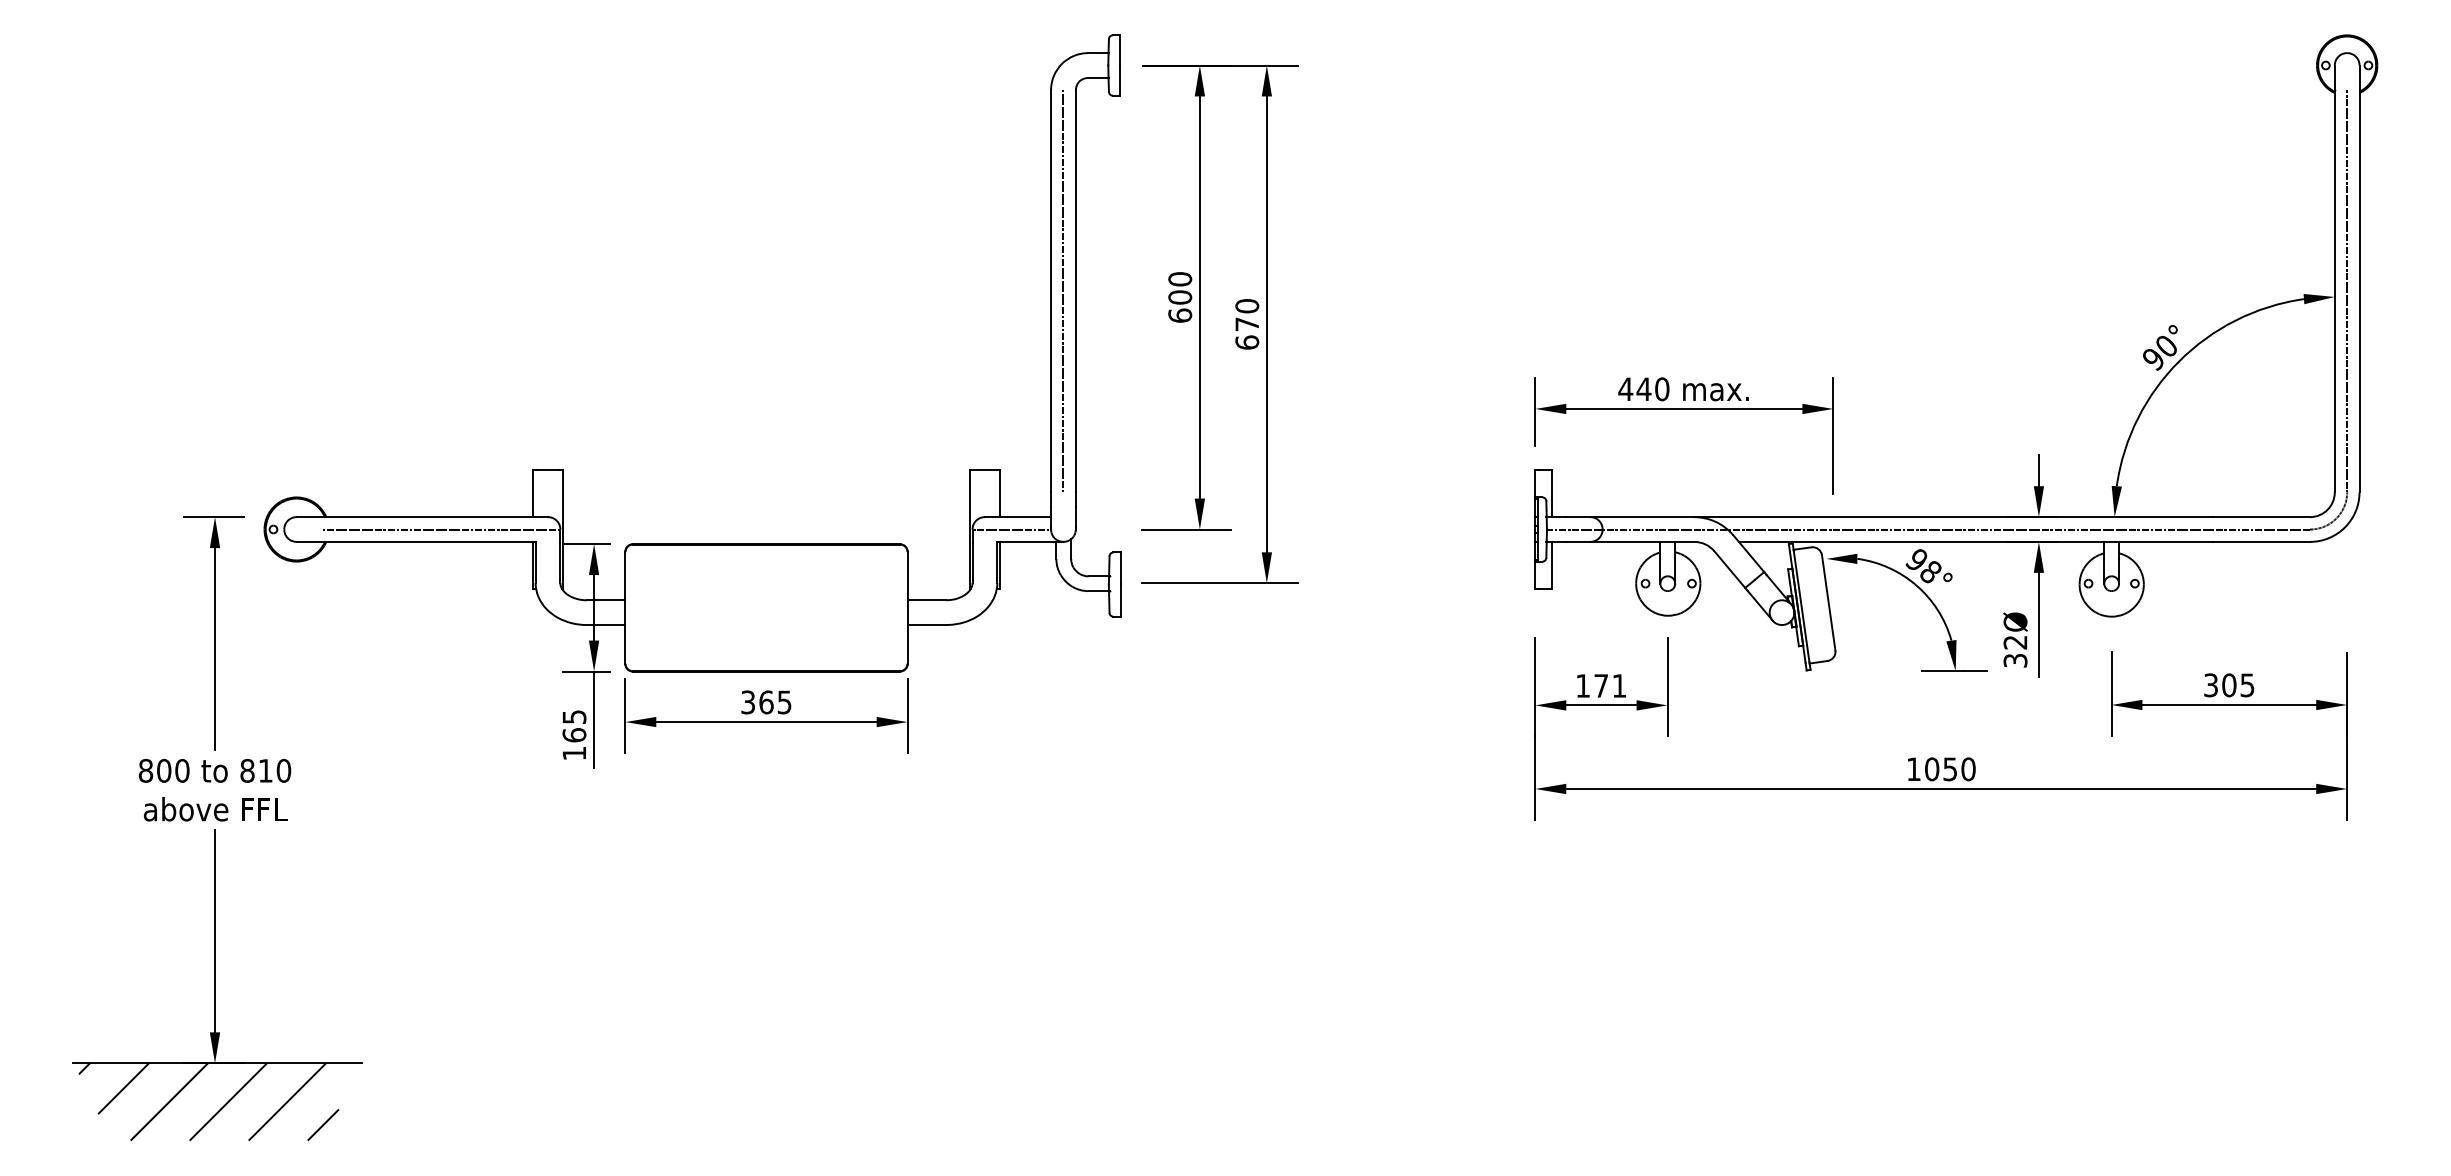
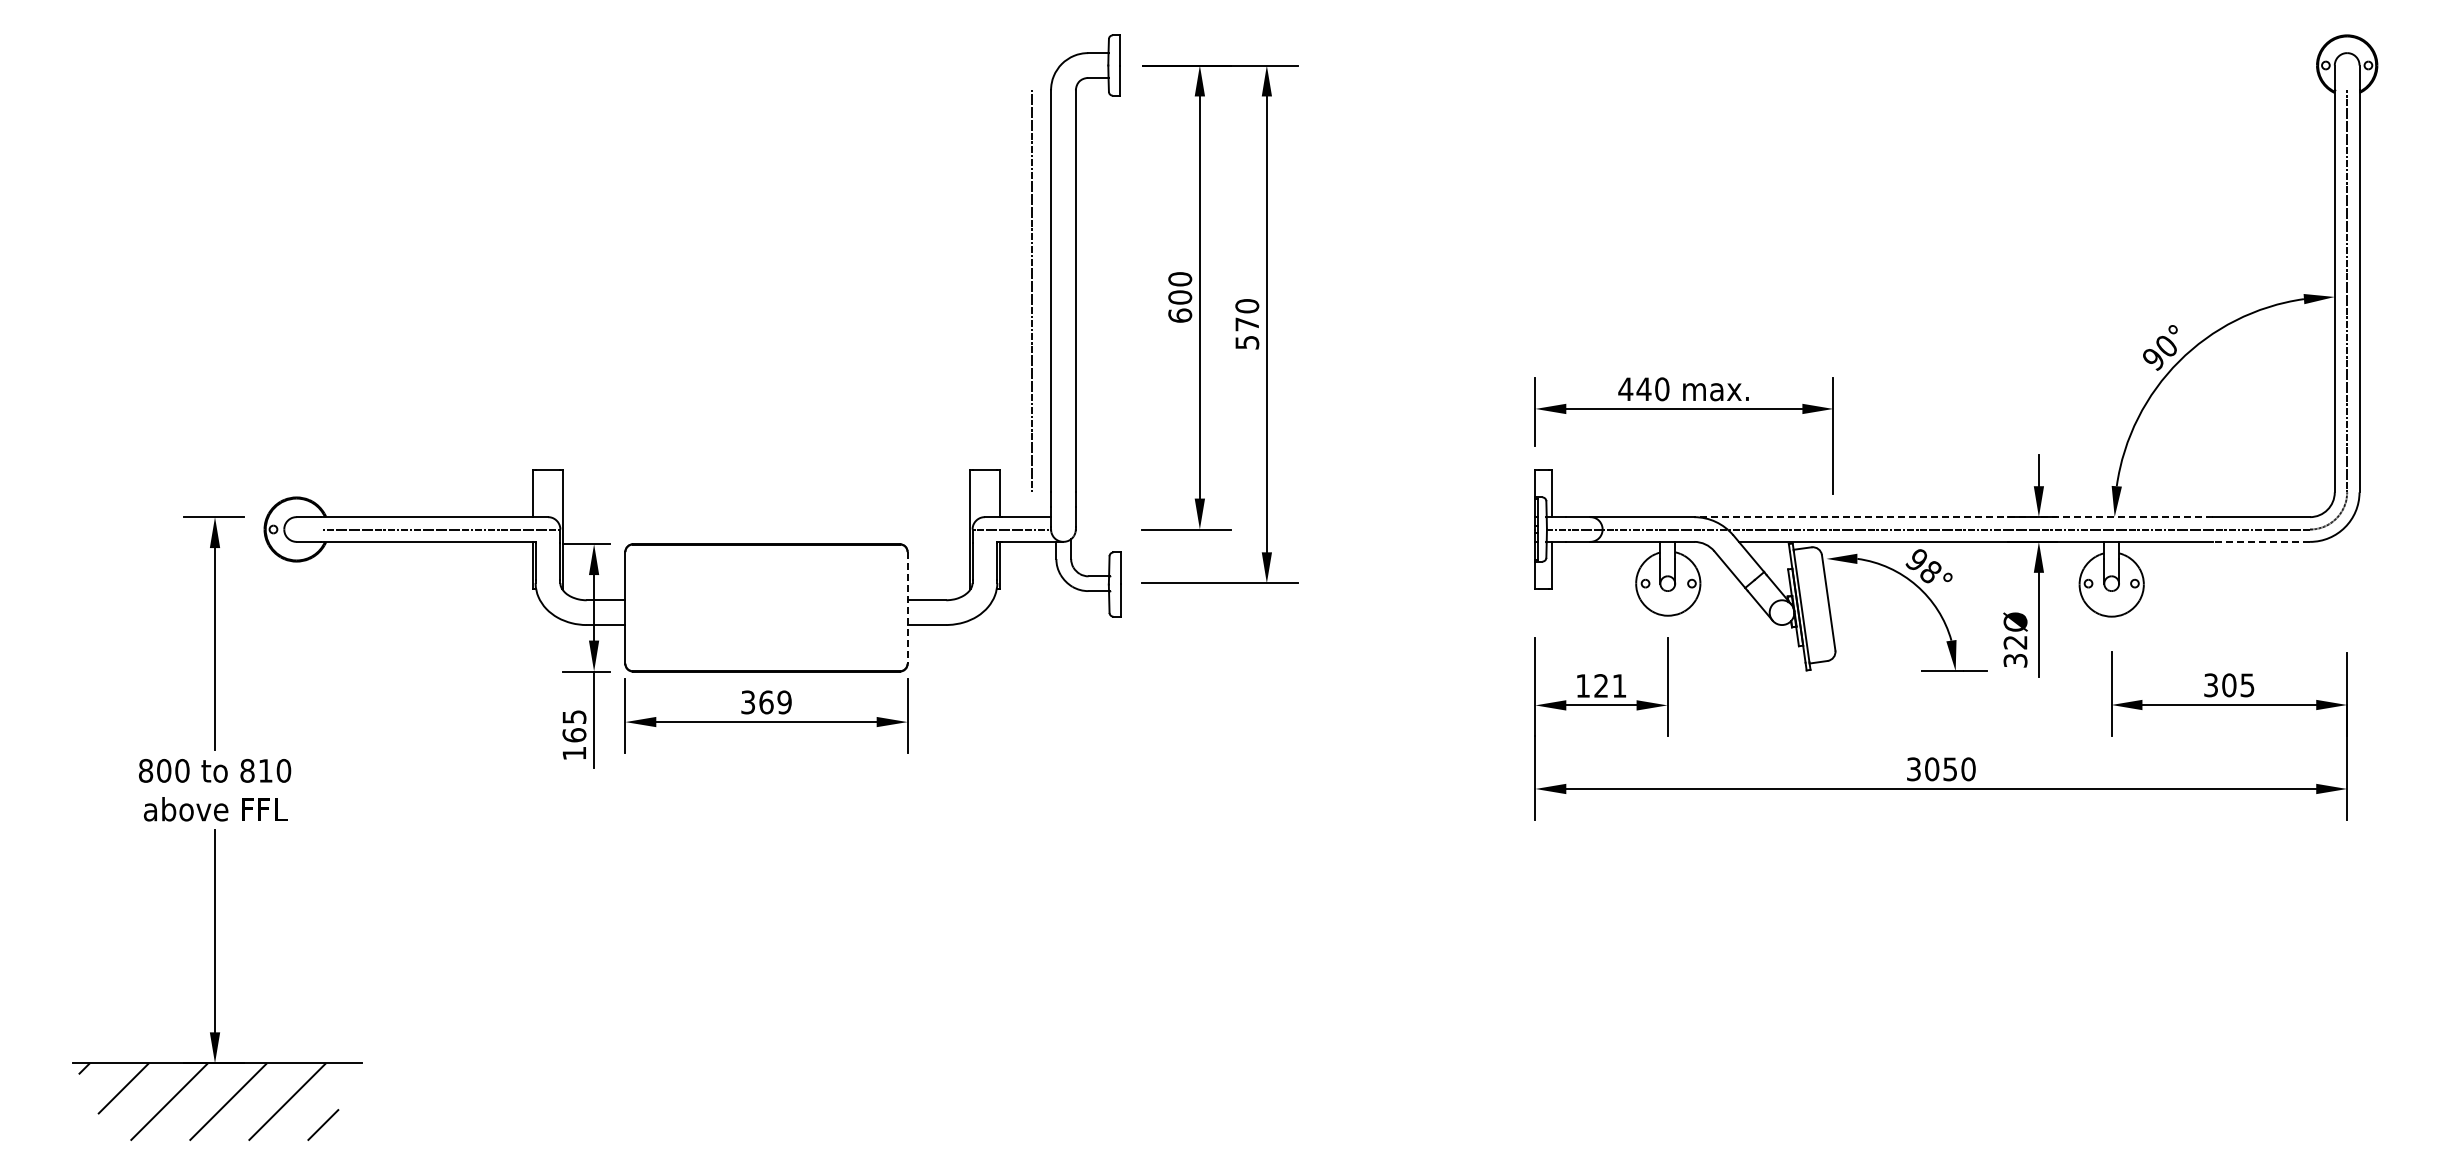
line at (1062, 290) position: (1062, 290) -> (1031, 290)
text at (1247, 342): 670 -> 570
line at (1953, 517): solid -> dashed
line at (2261, 541): solid -> dashed
line at (907, 607): solid -> dashed
text at (1600, 685): 171 -> 121
text at (784, 702): 365 -> 369
text at (1913, 769): 1050 -> 3050
